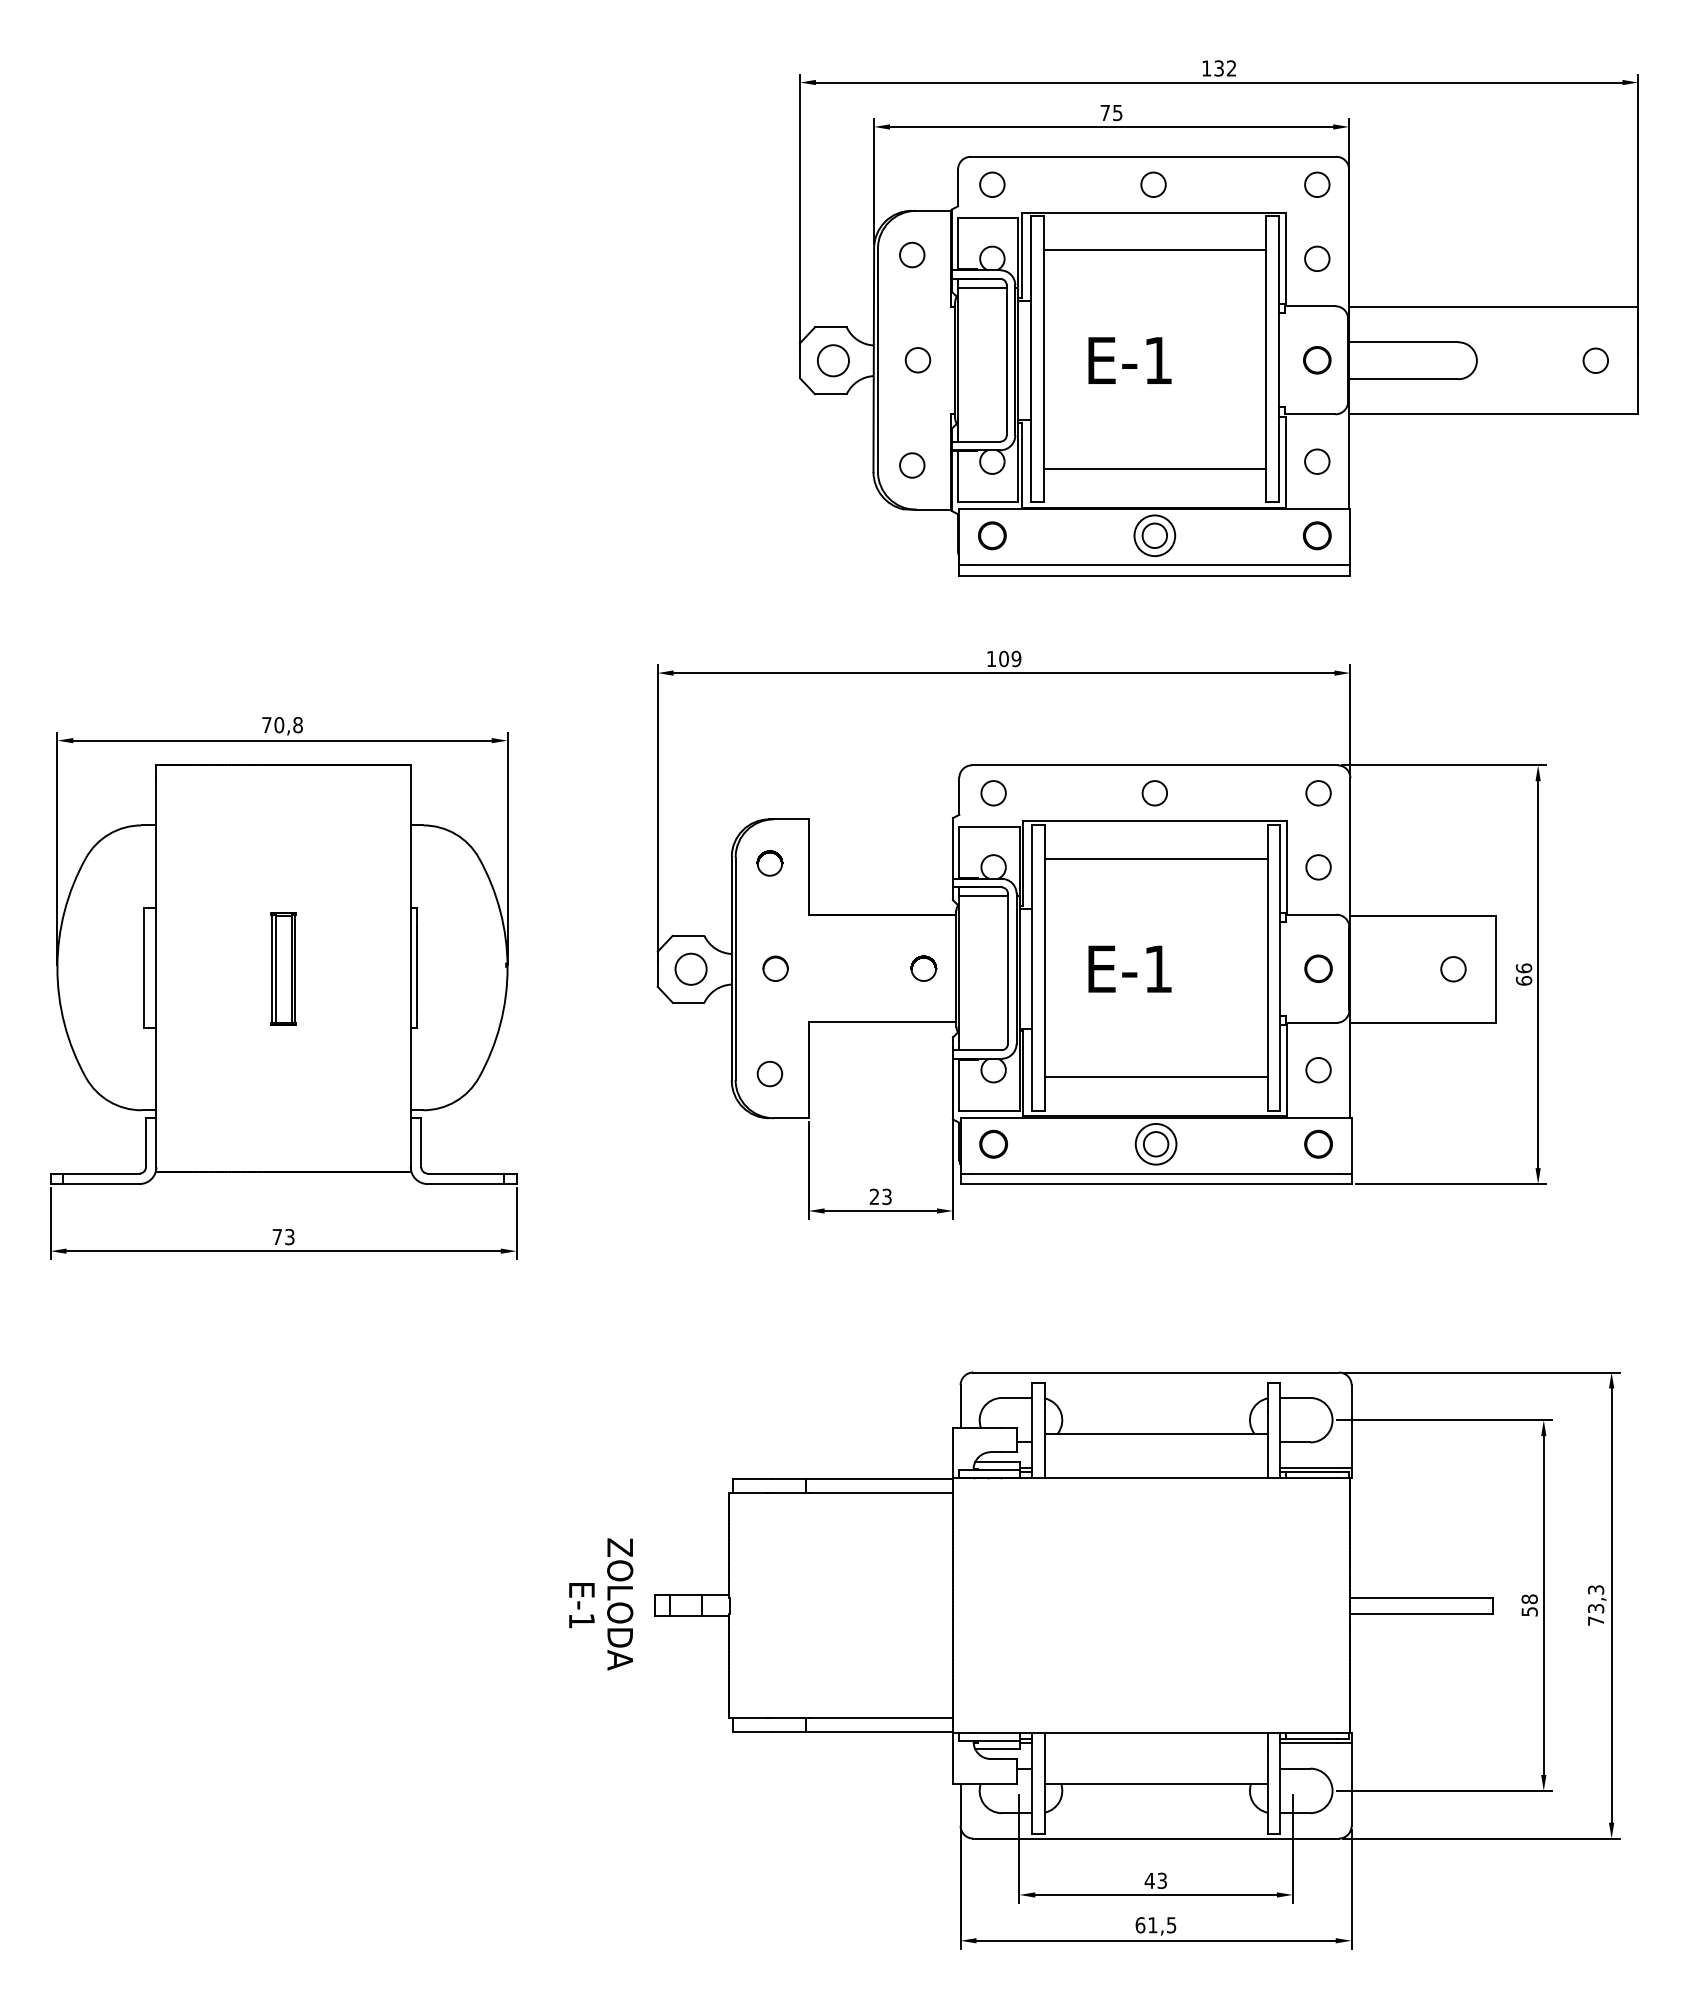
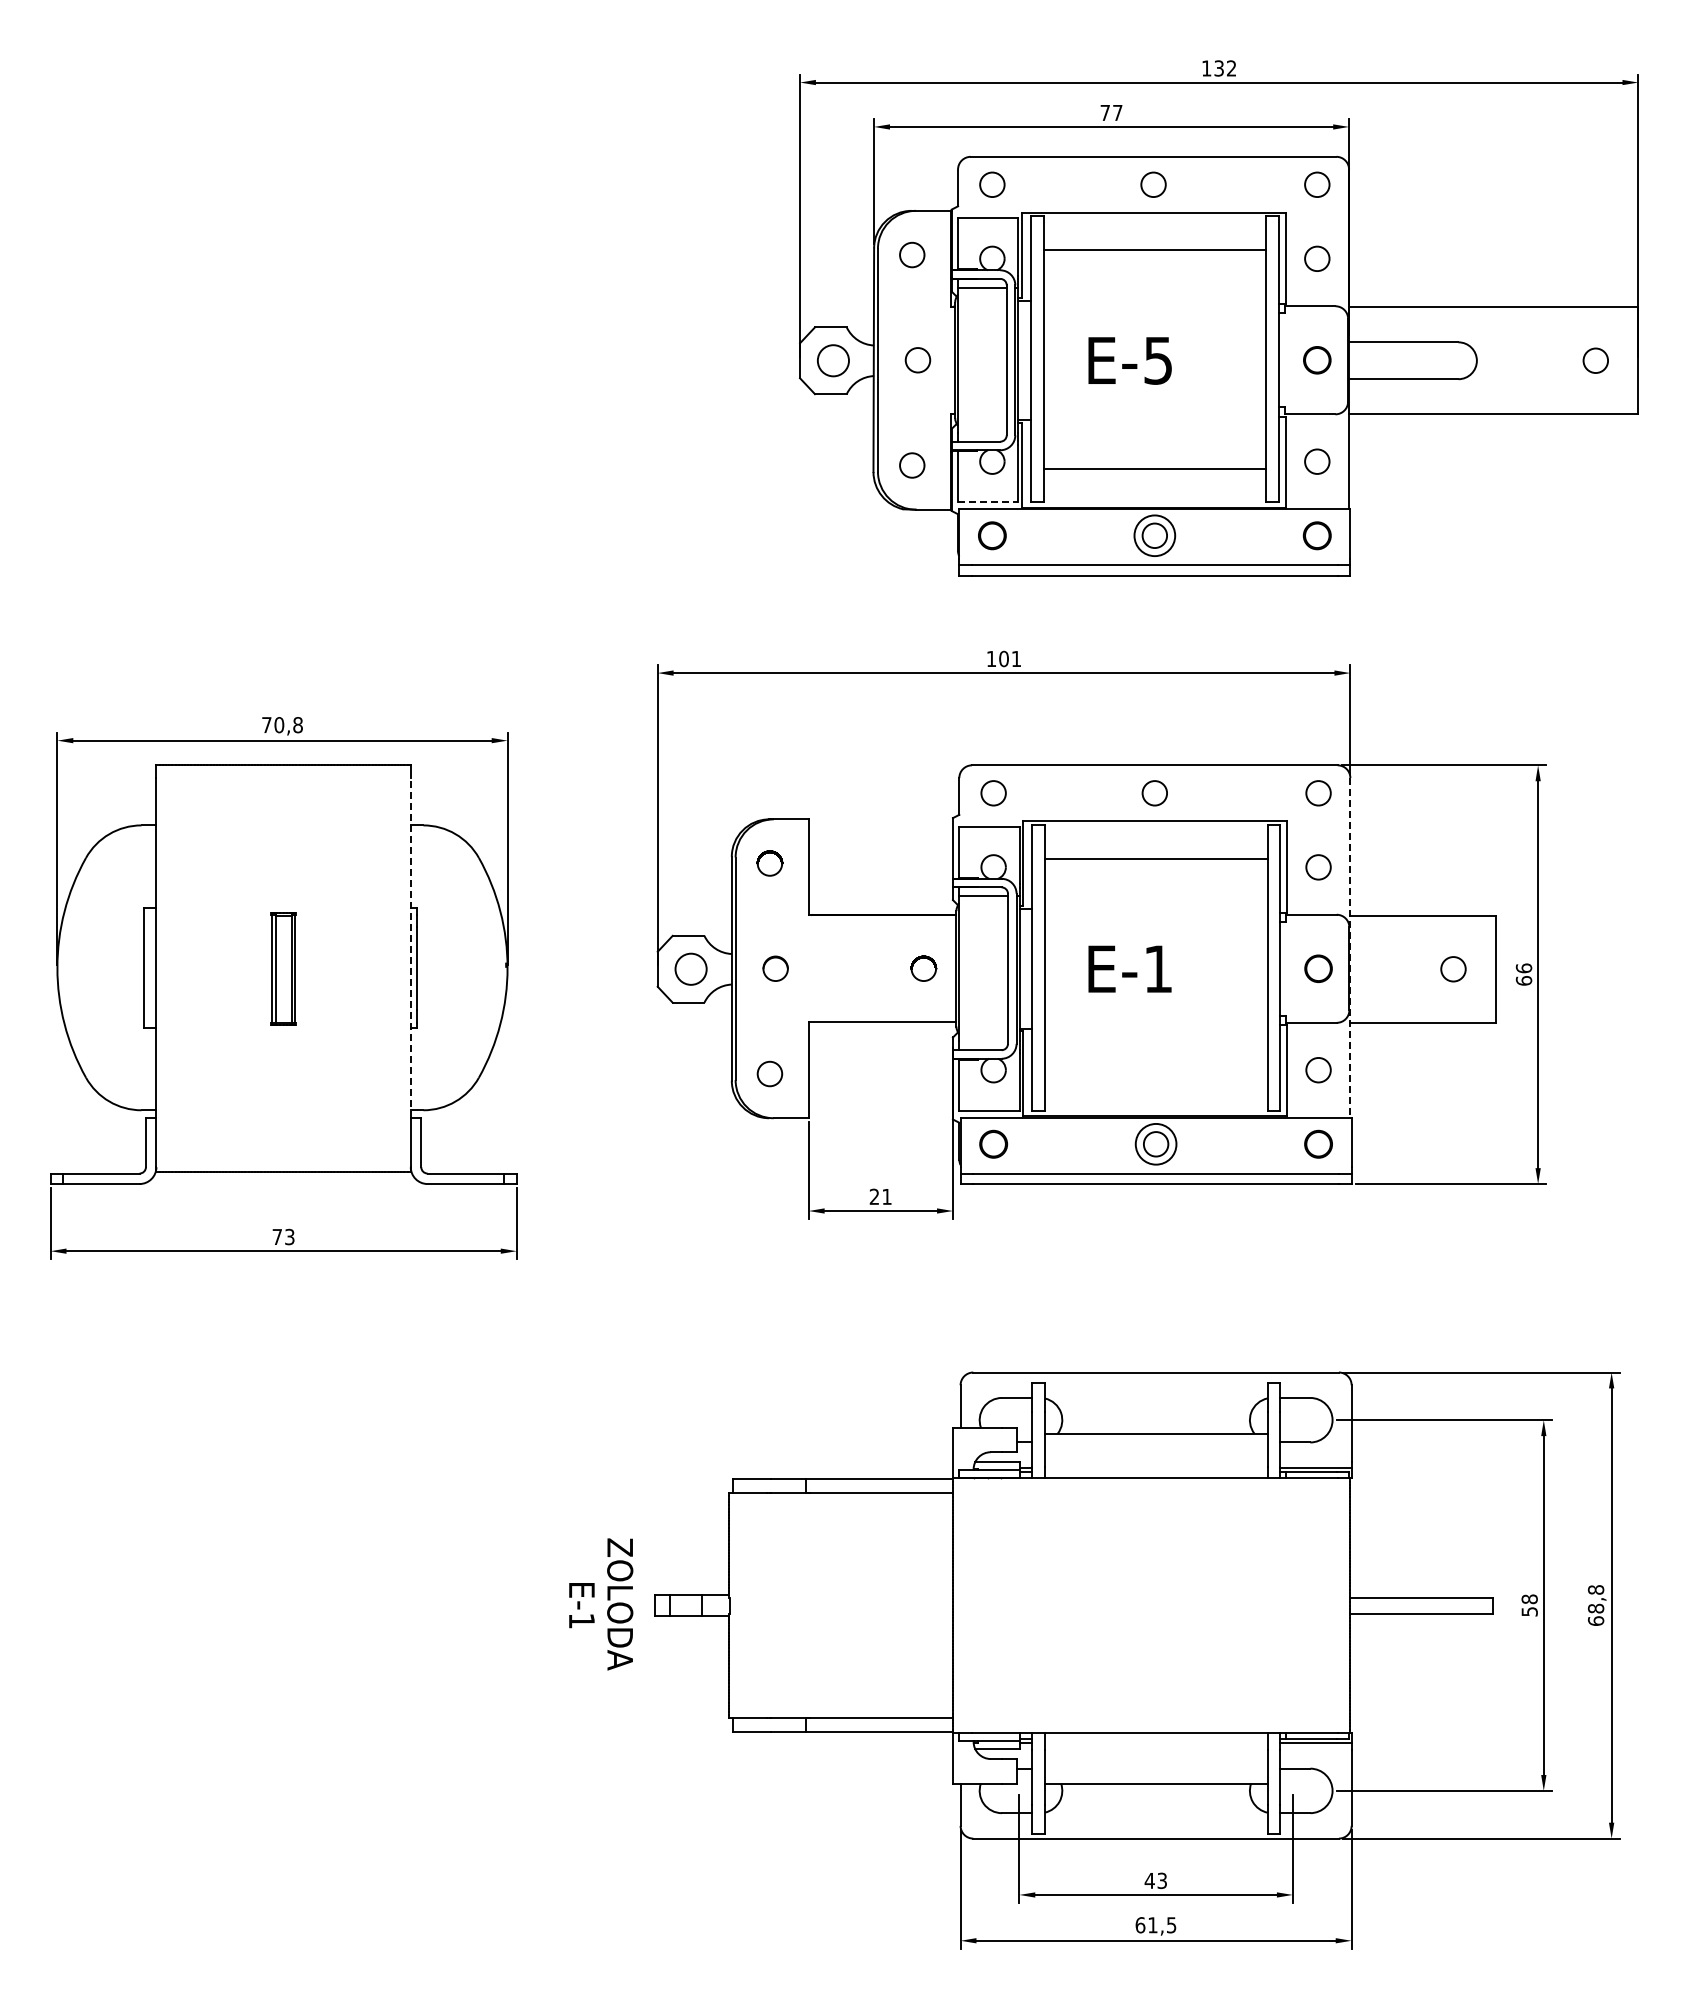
text at (1117, 113): 75 -> 77
text at (1157, 360): E-1 -> E-5
line at (988, 502): solid -> dashed
text at (1016, 658): 109 -> 101
line at (410, 947): solid -> dashed
line at (1350, 947): solid -> dashed
line at (1156, 1077): present -> none
text at (886, 1196): 23 -> 21
text at (1596, 1605): 73,3 -> 68,8
